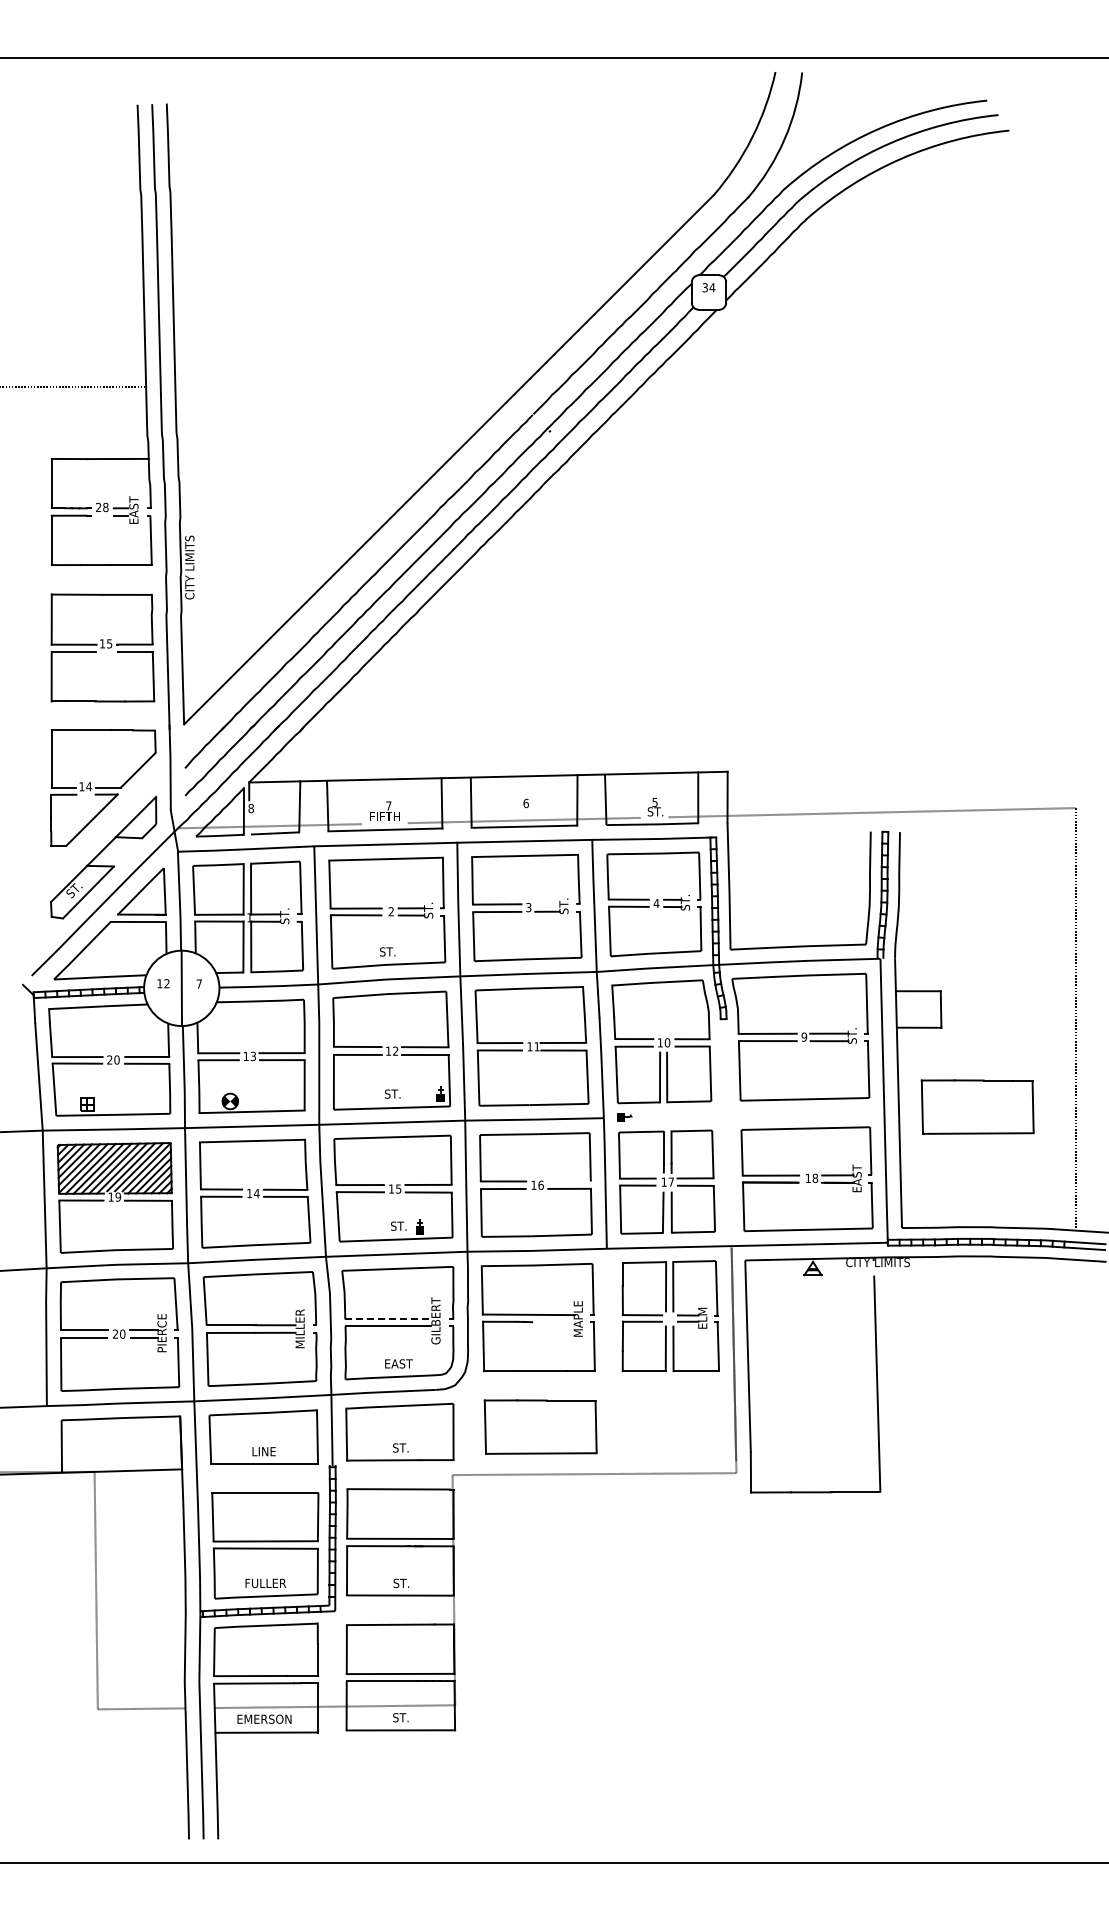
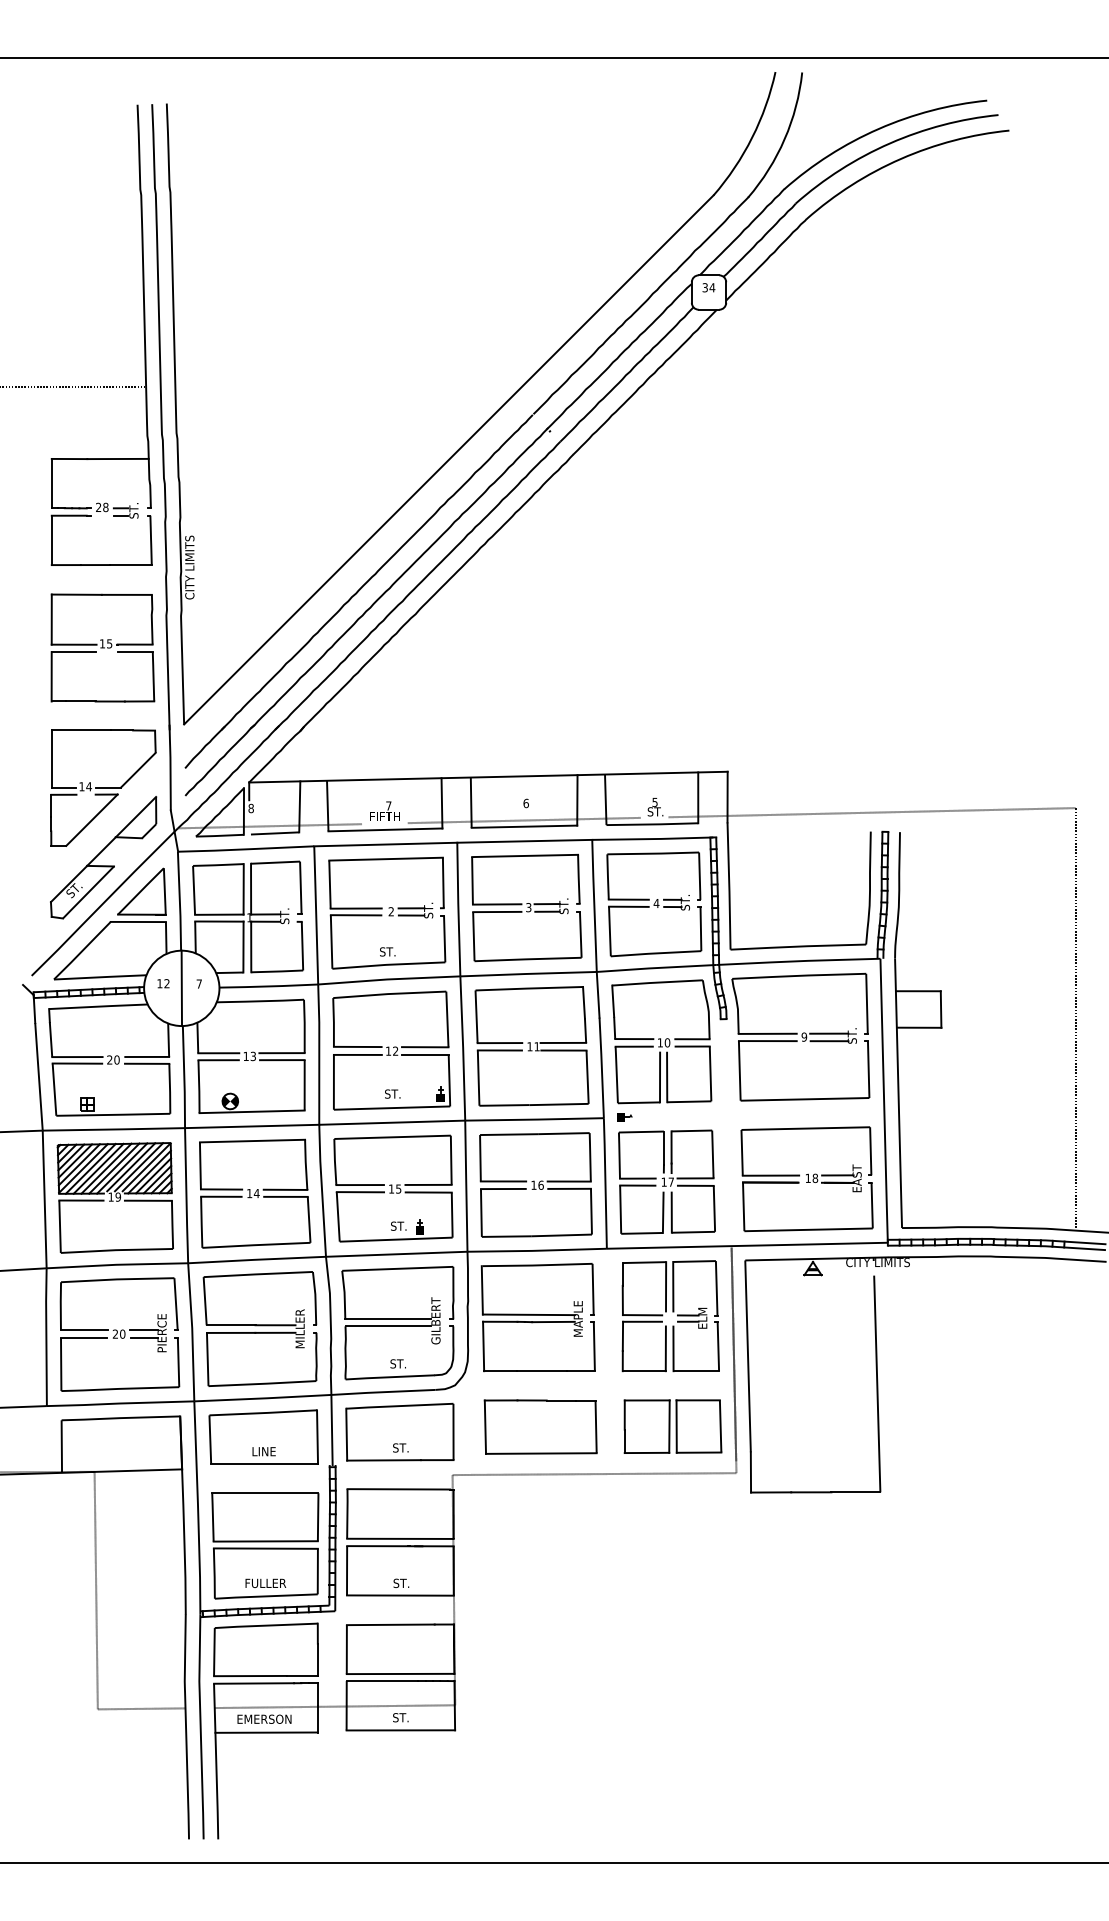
text at (133, 509): EAST -> ST.
line at (546, 904): none -> present
part at (977, 1106): present -> none
line at (568, 1181): none -> present
line at (388, 1319): dashed -> solid
line at (553, 1321): none -> present
text at (398, 1363): EAST -> ST.
part at (672, 1426): none -> present
